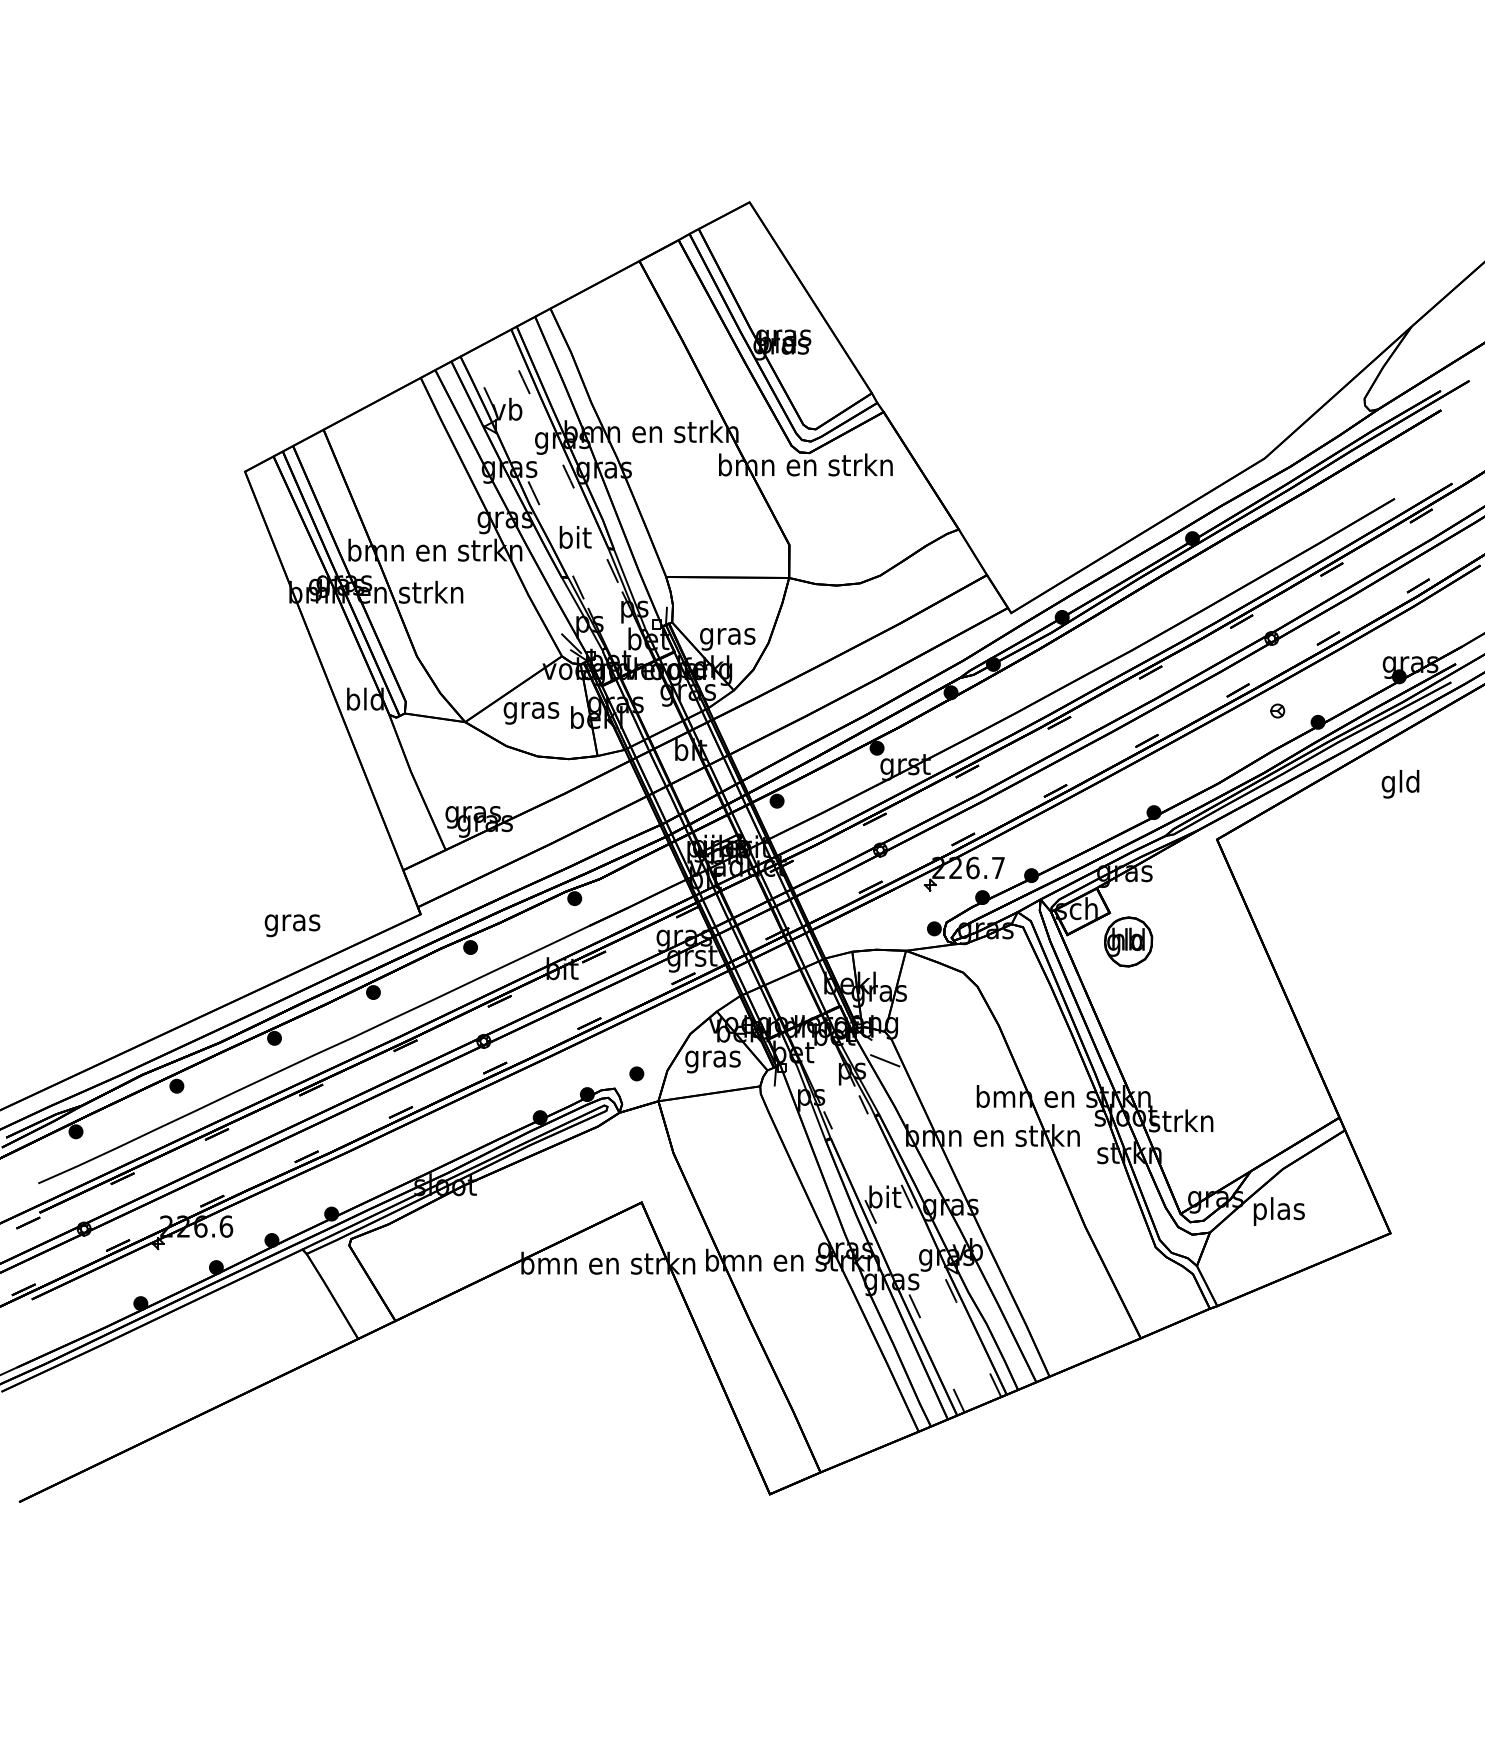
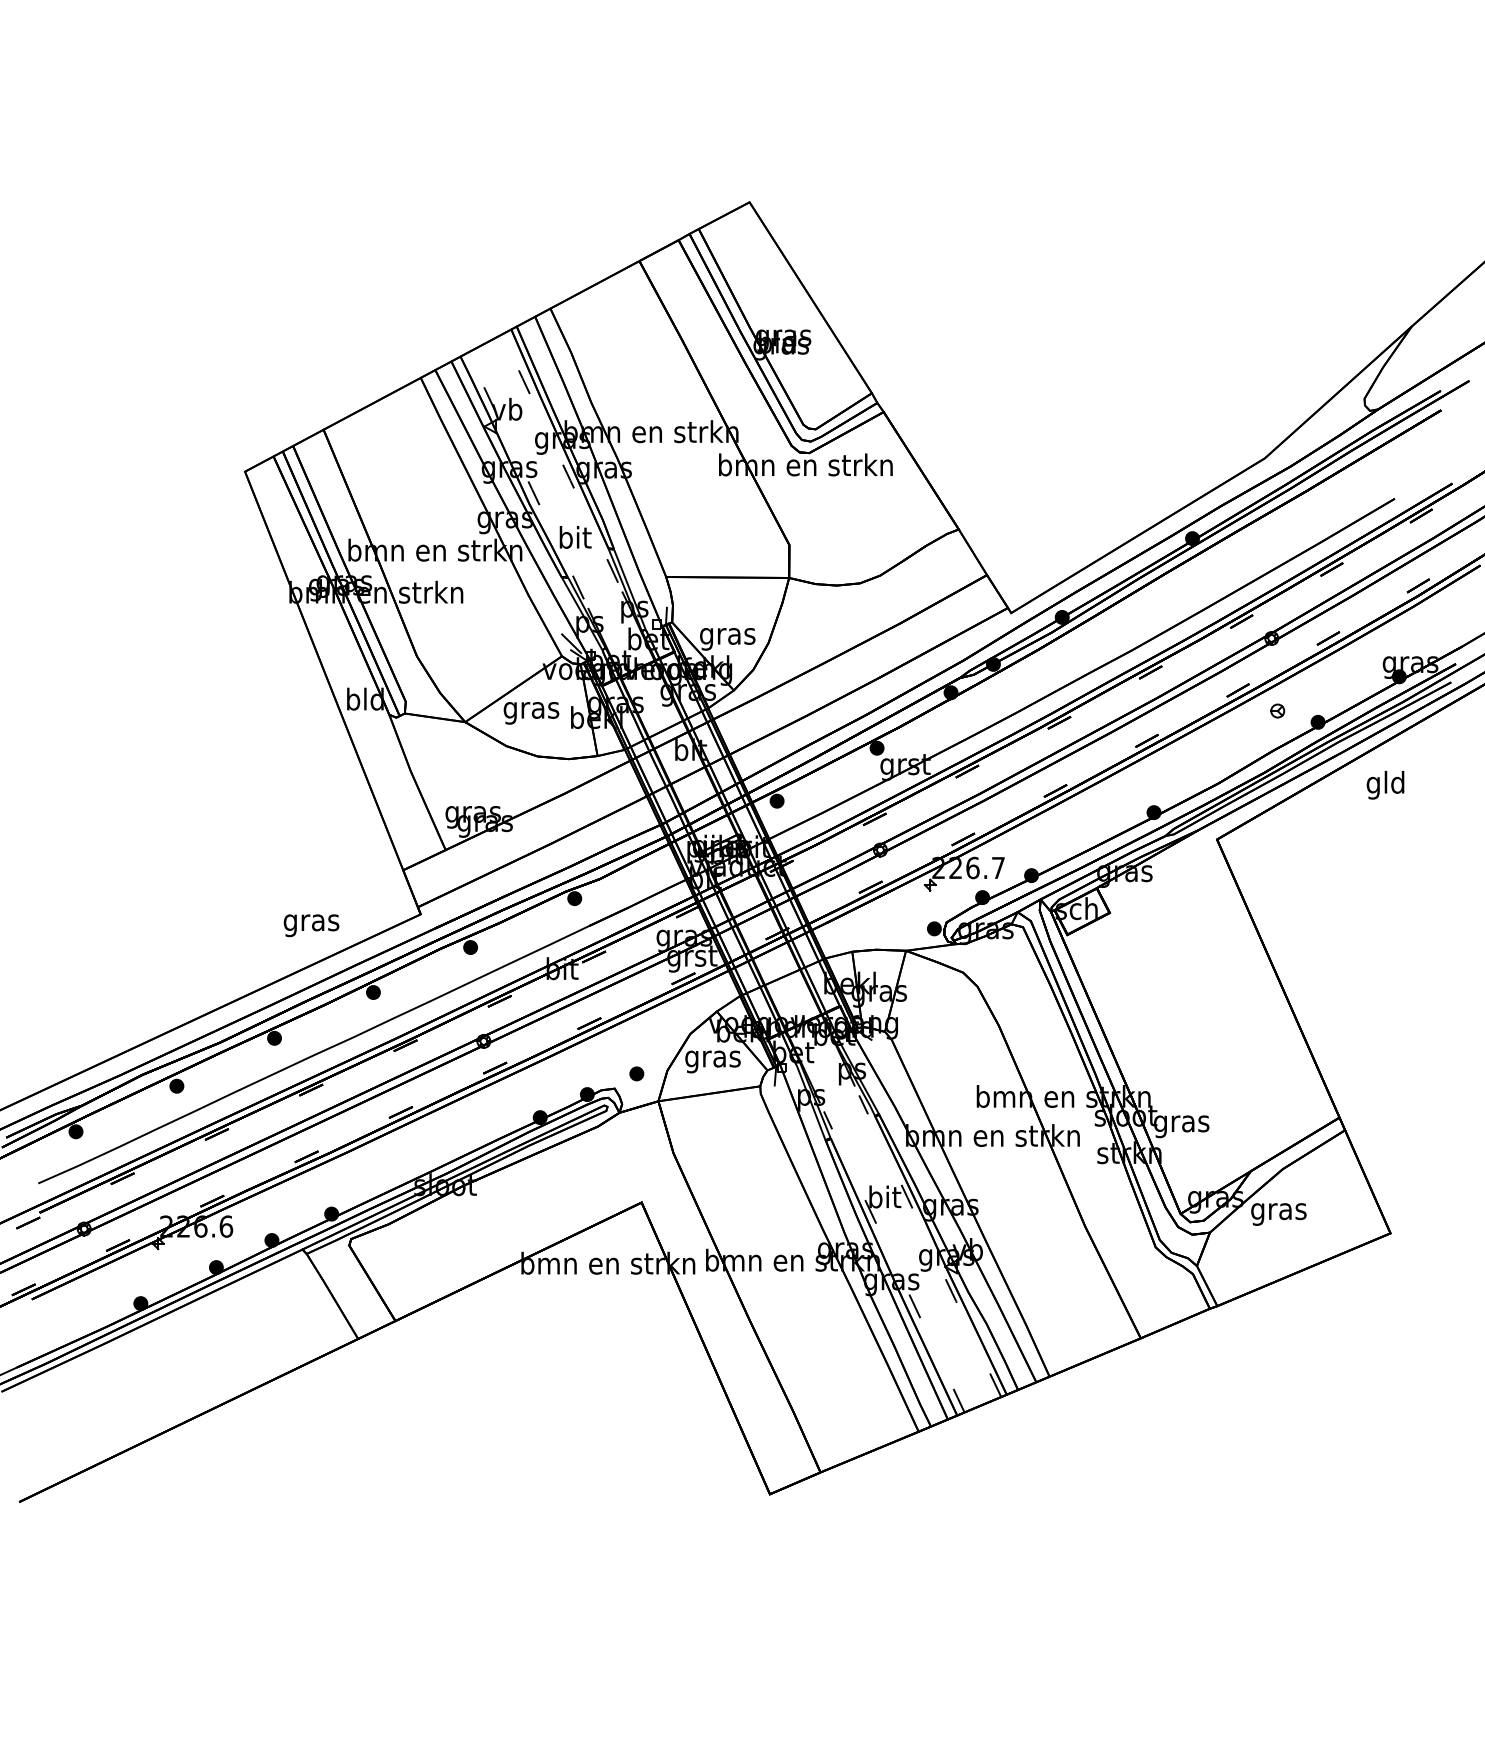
text at (1400, 784) position: (1400, 784) -> (1385, 785)
text at (292, 925) position: (292, 925) -> (311, 925)
part at (1128, 941): present -> none
line at (885, 1060): present -> none
text at (1181, 1123): strkn -> gras
text at (1278, 1211): plas -> gras
